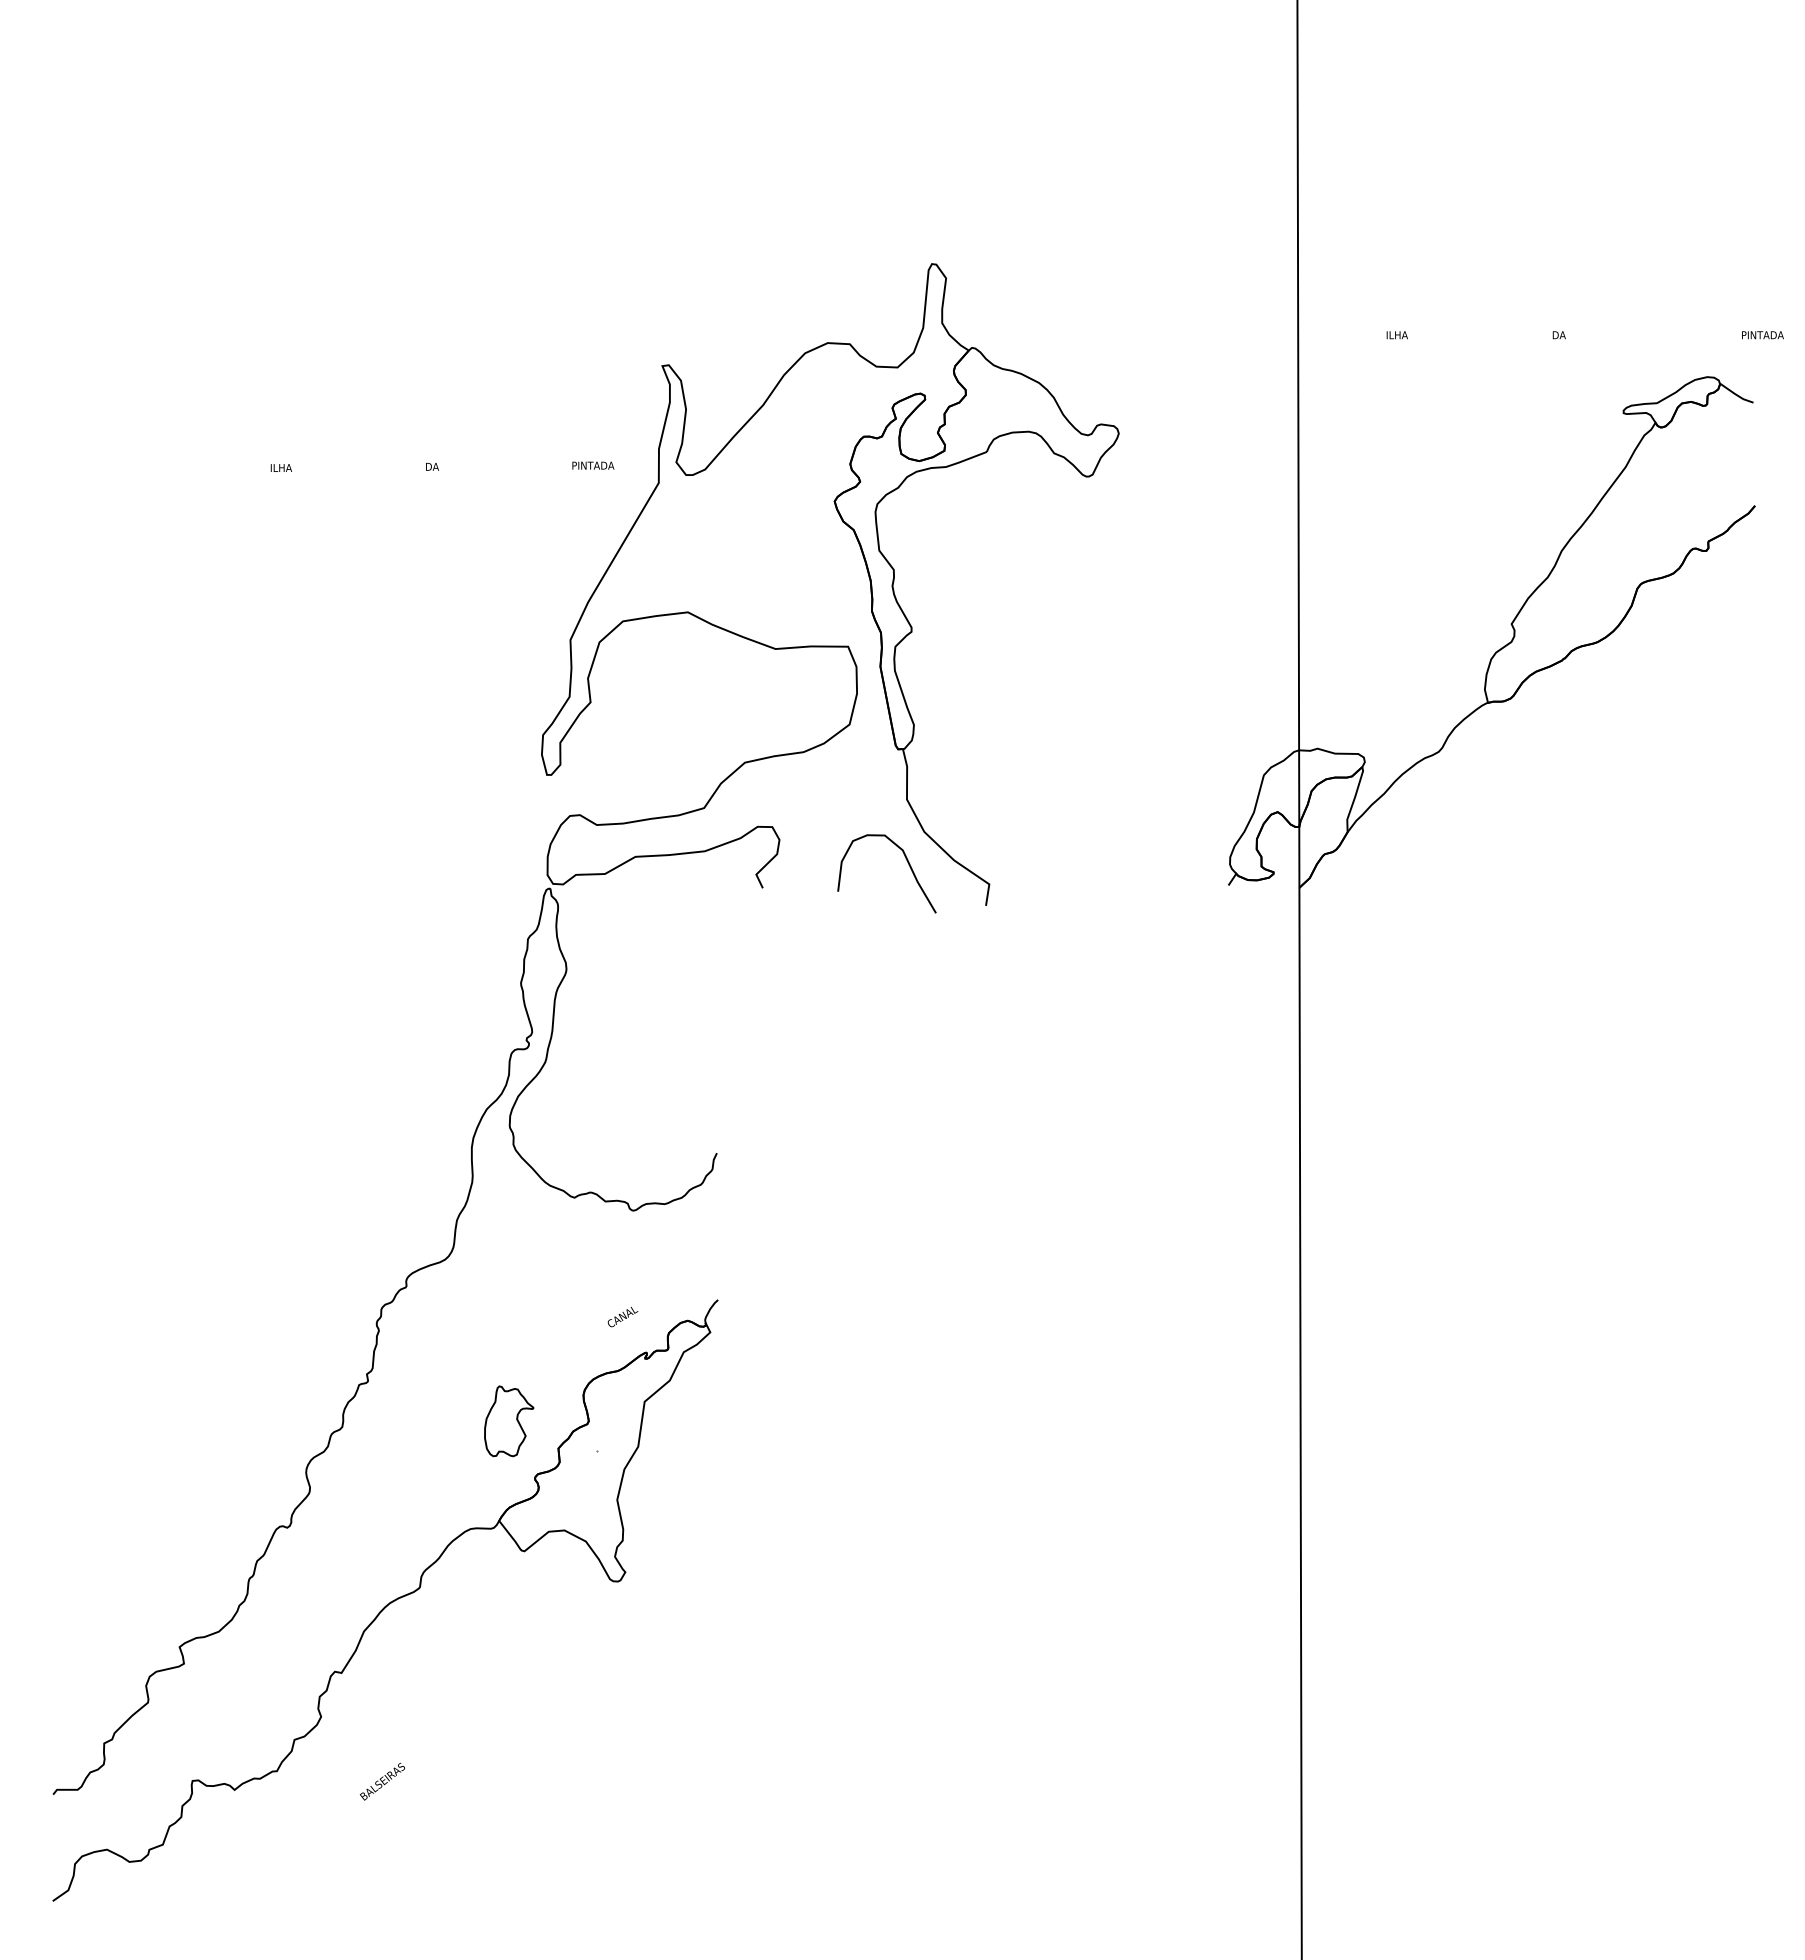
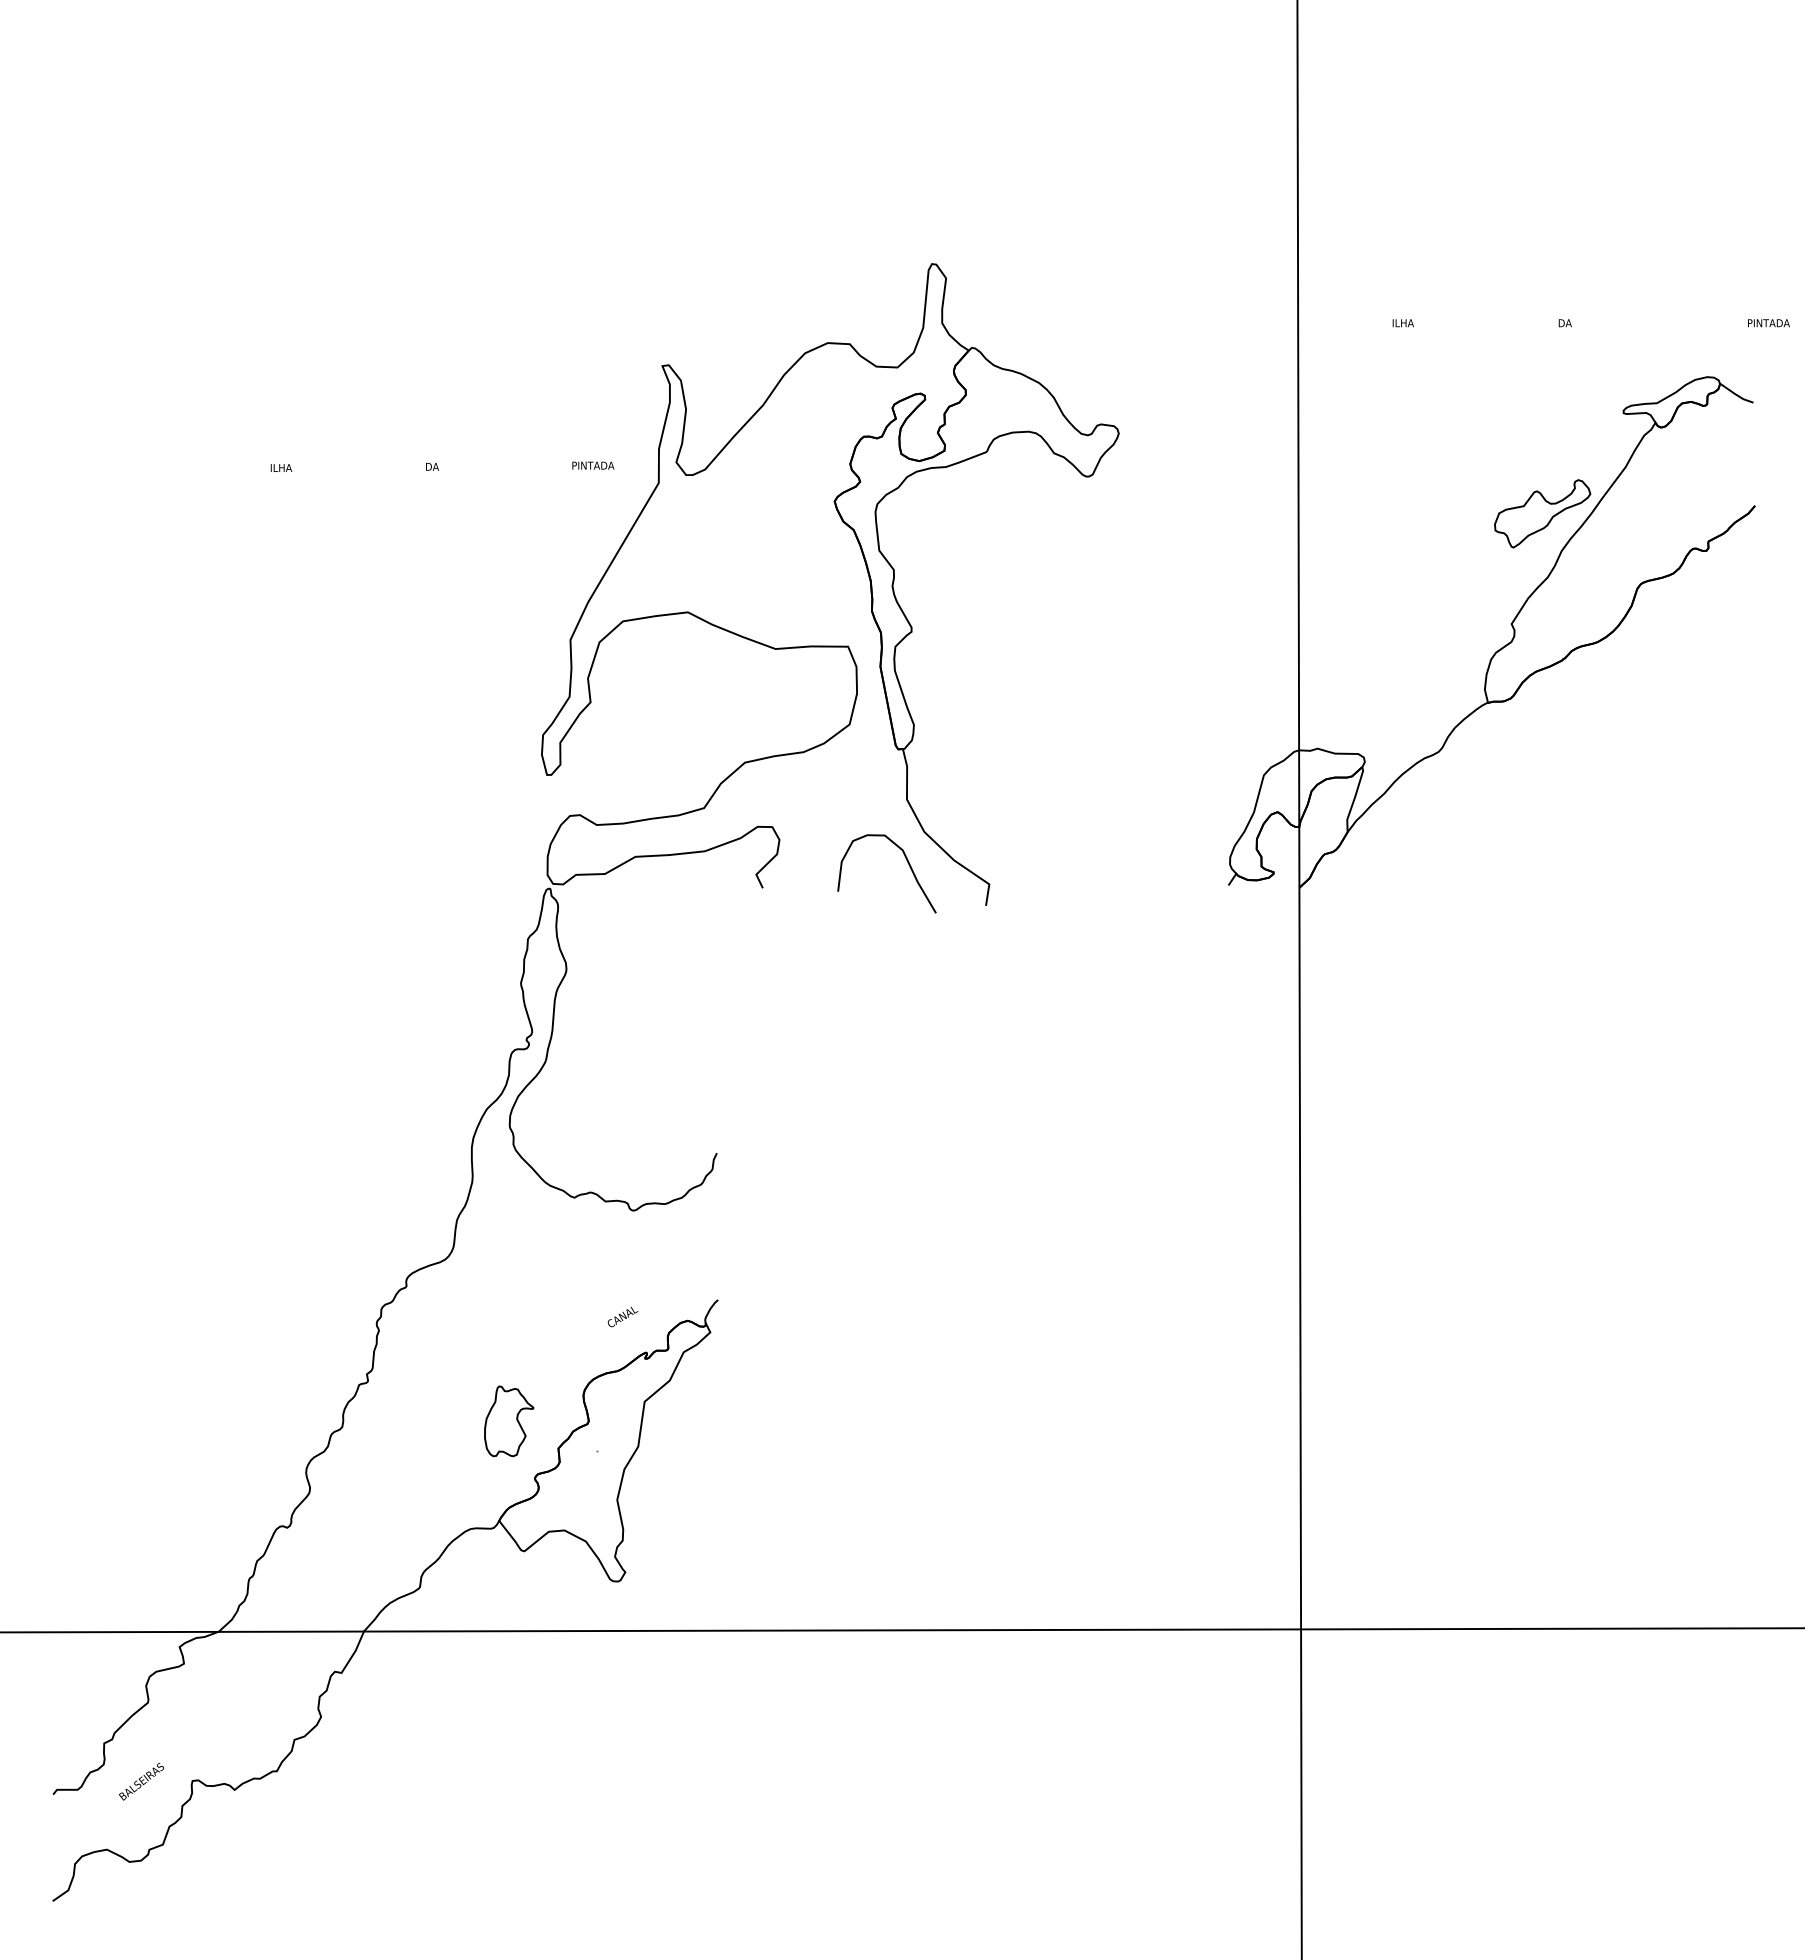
text at (1584, 335) position: (1584, 335) -> (1590, 323)
part at (1542, 513): none -> present
line at (901, 1630): none -> present
text at (381, 1781) position: (381, 1781) -> (140, 1781)
